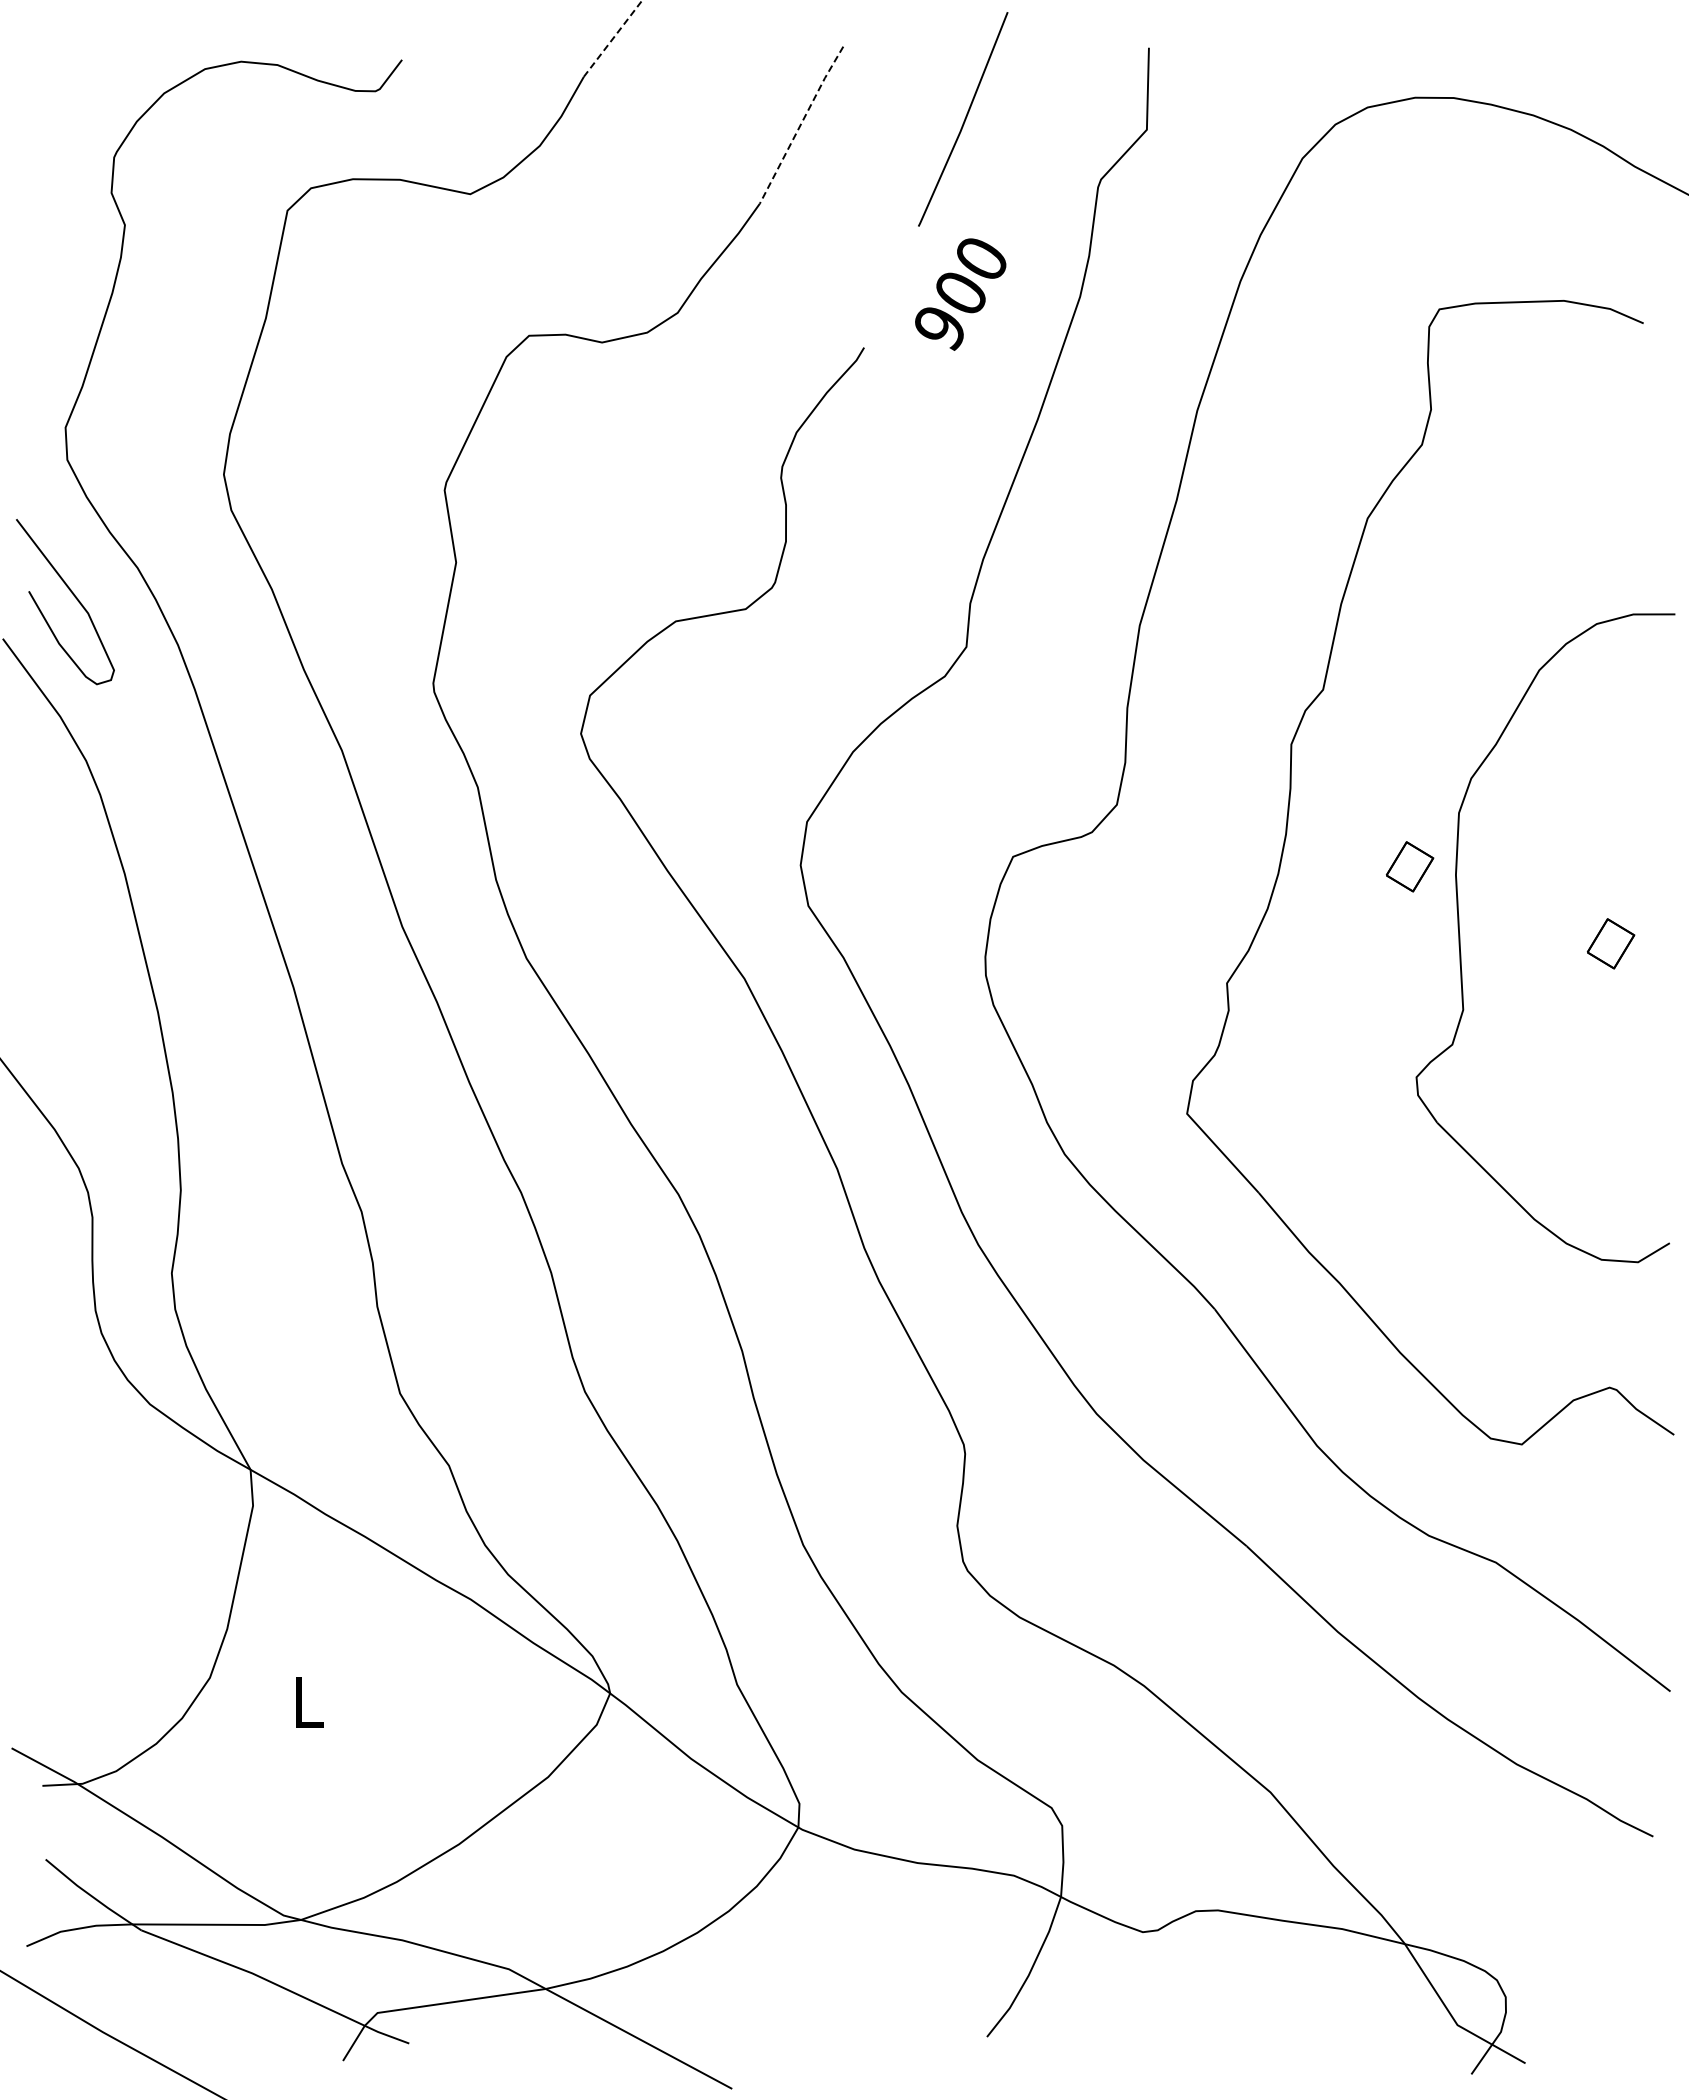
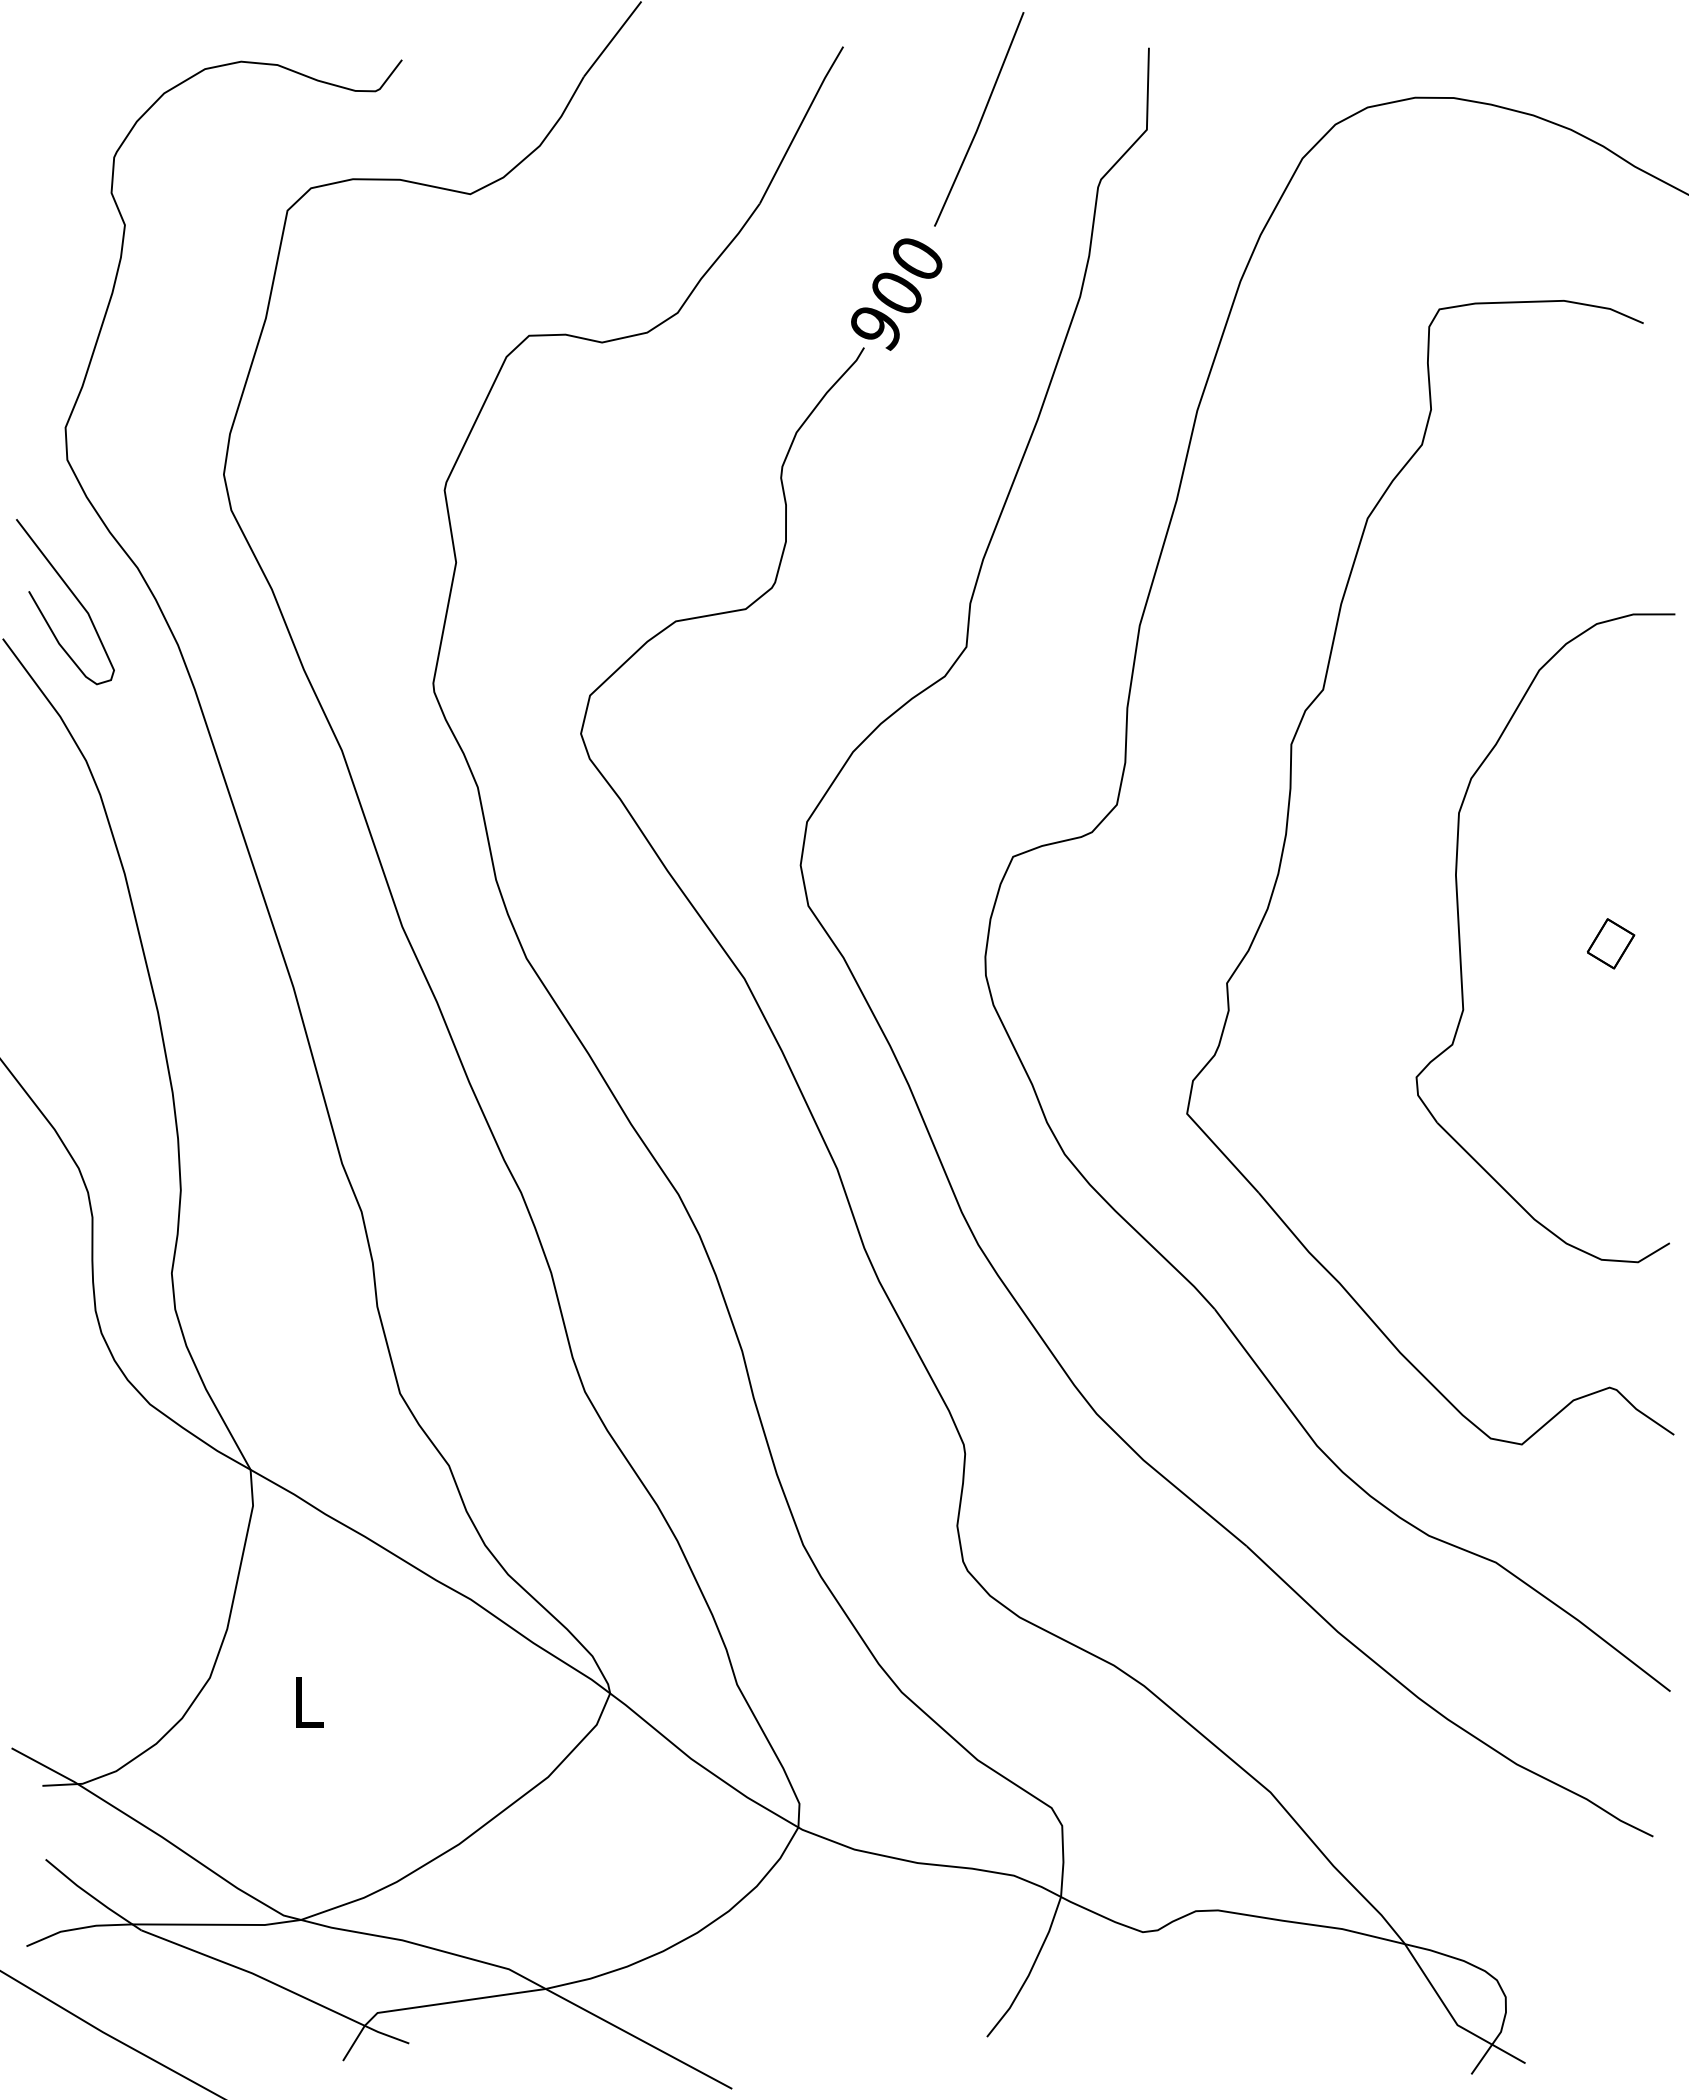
line at (612, 39): dashed -> solid
line at (964, 119) position: (964, 119) -> (980, 119)
line at (801, 124): dashed -> solid
text at (960, 294) position: (960, 294) -> (896, 294)
part at (1409, 866): present -> none
